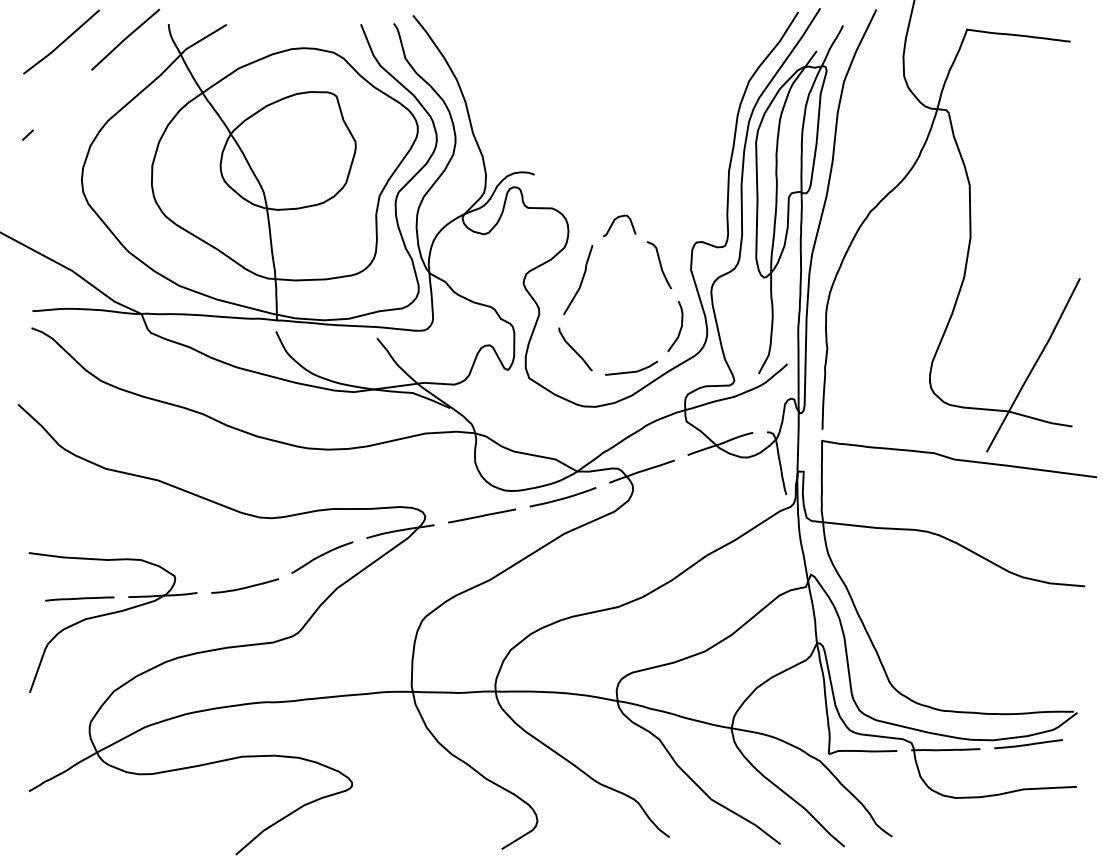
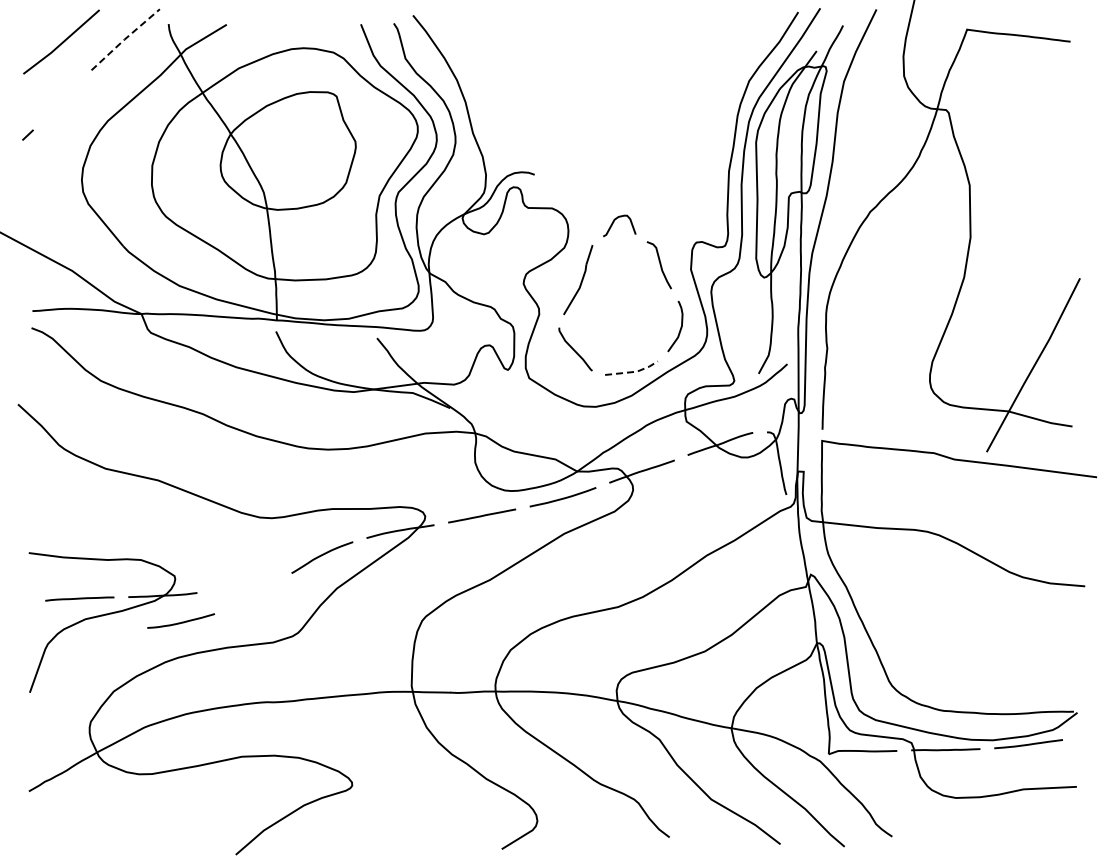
line at (124, 39): solid -> dashed
line at (634, 371): solid -> dashed
curve at (245, 586) position: (245, 586) -> (181, 621)
